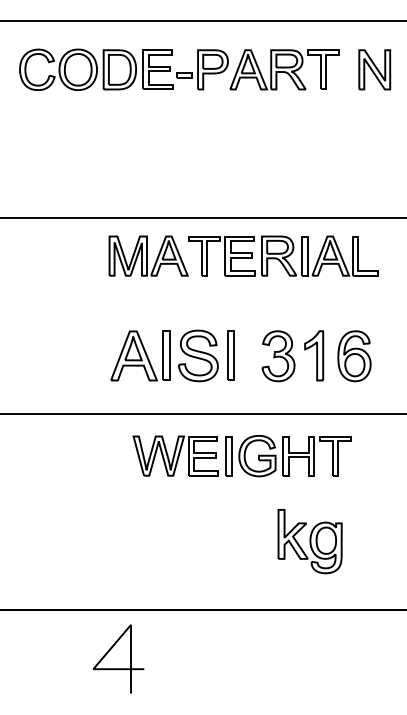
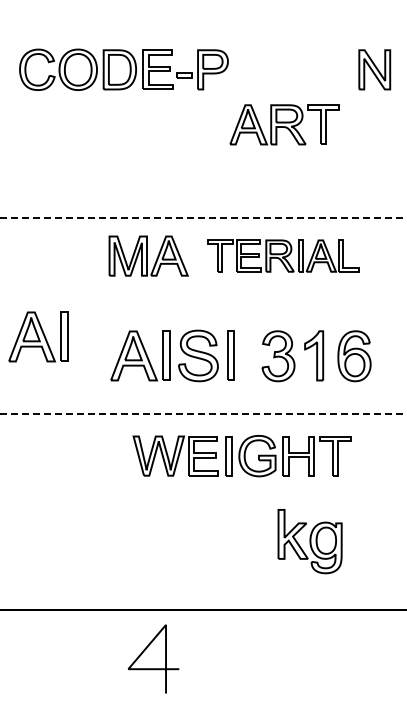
line at (202, 21): present -> none
part at (284, 69) position: (284, 69) -> (284, 124)
line at (203, 217): solid -> dashed
part at (283, 255) size: 191x42 px -> 153x34 px
part at (38, 336): none -> present
line at (203, 413): solid -> dashed
line at (118, 668) position: (118, 668) -> (153, 668)
